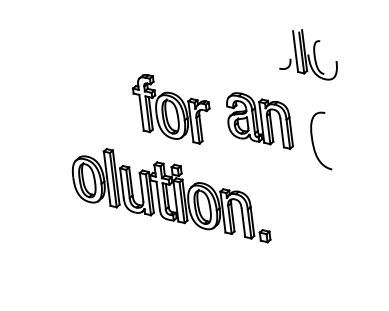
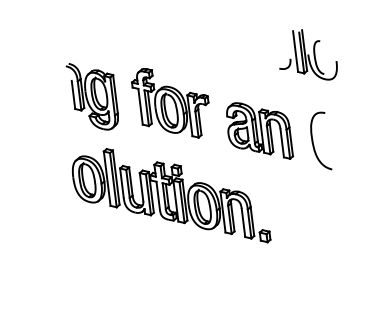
part at (91, 96): none -> present
part at (171, 109) position: (171, 109) -> (170, 103)
part at (260, 120) position: (260, 120) -> (260, 130)
